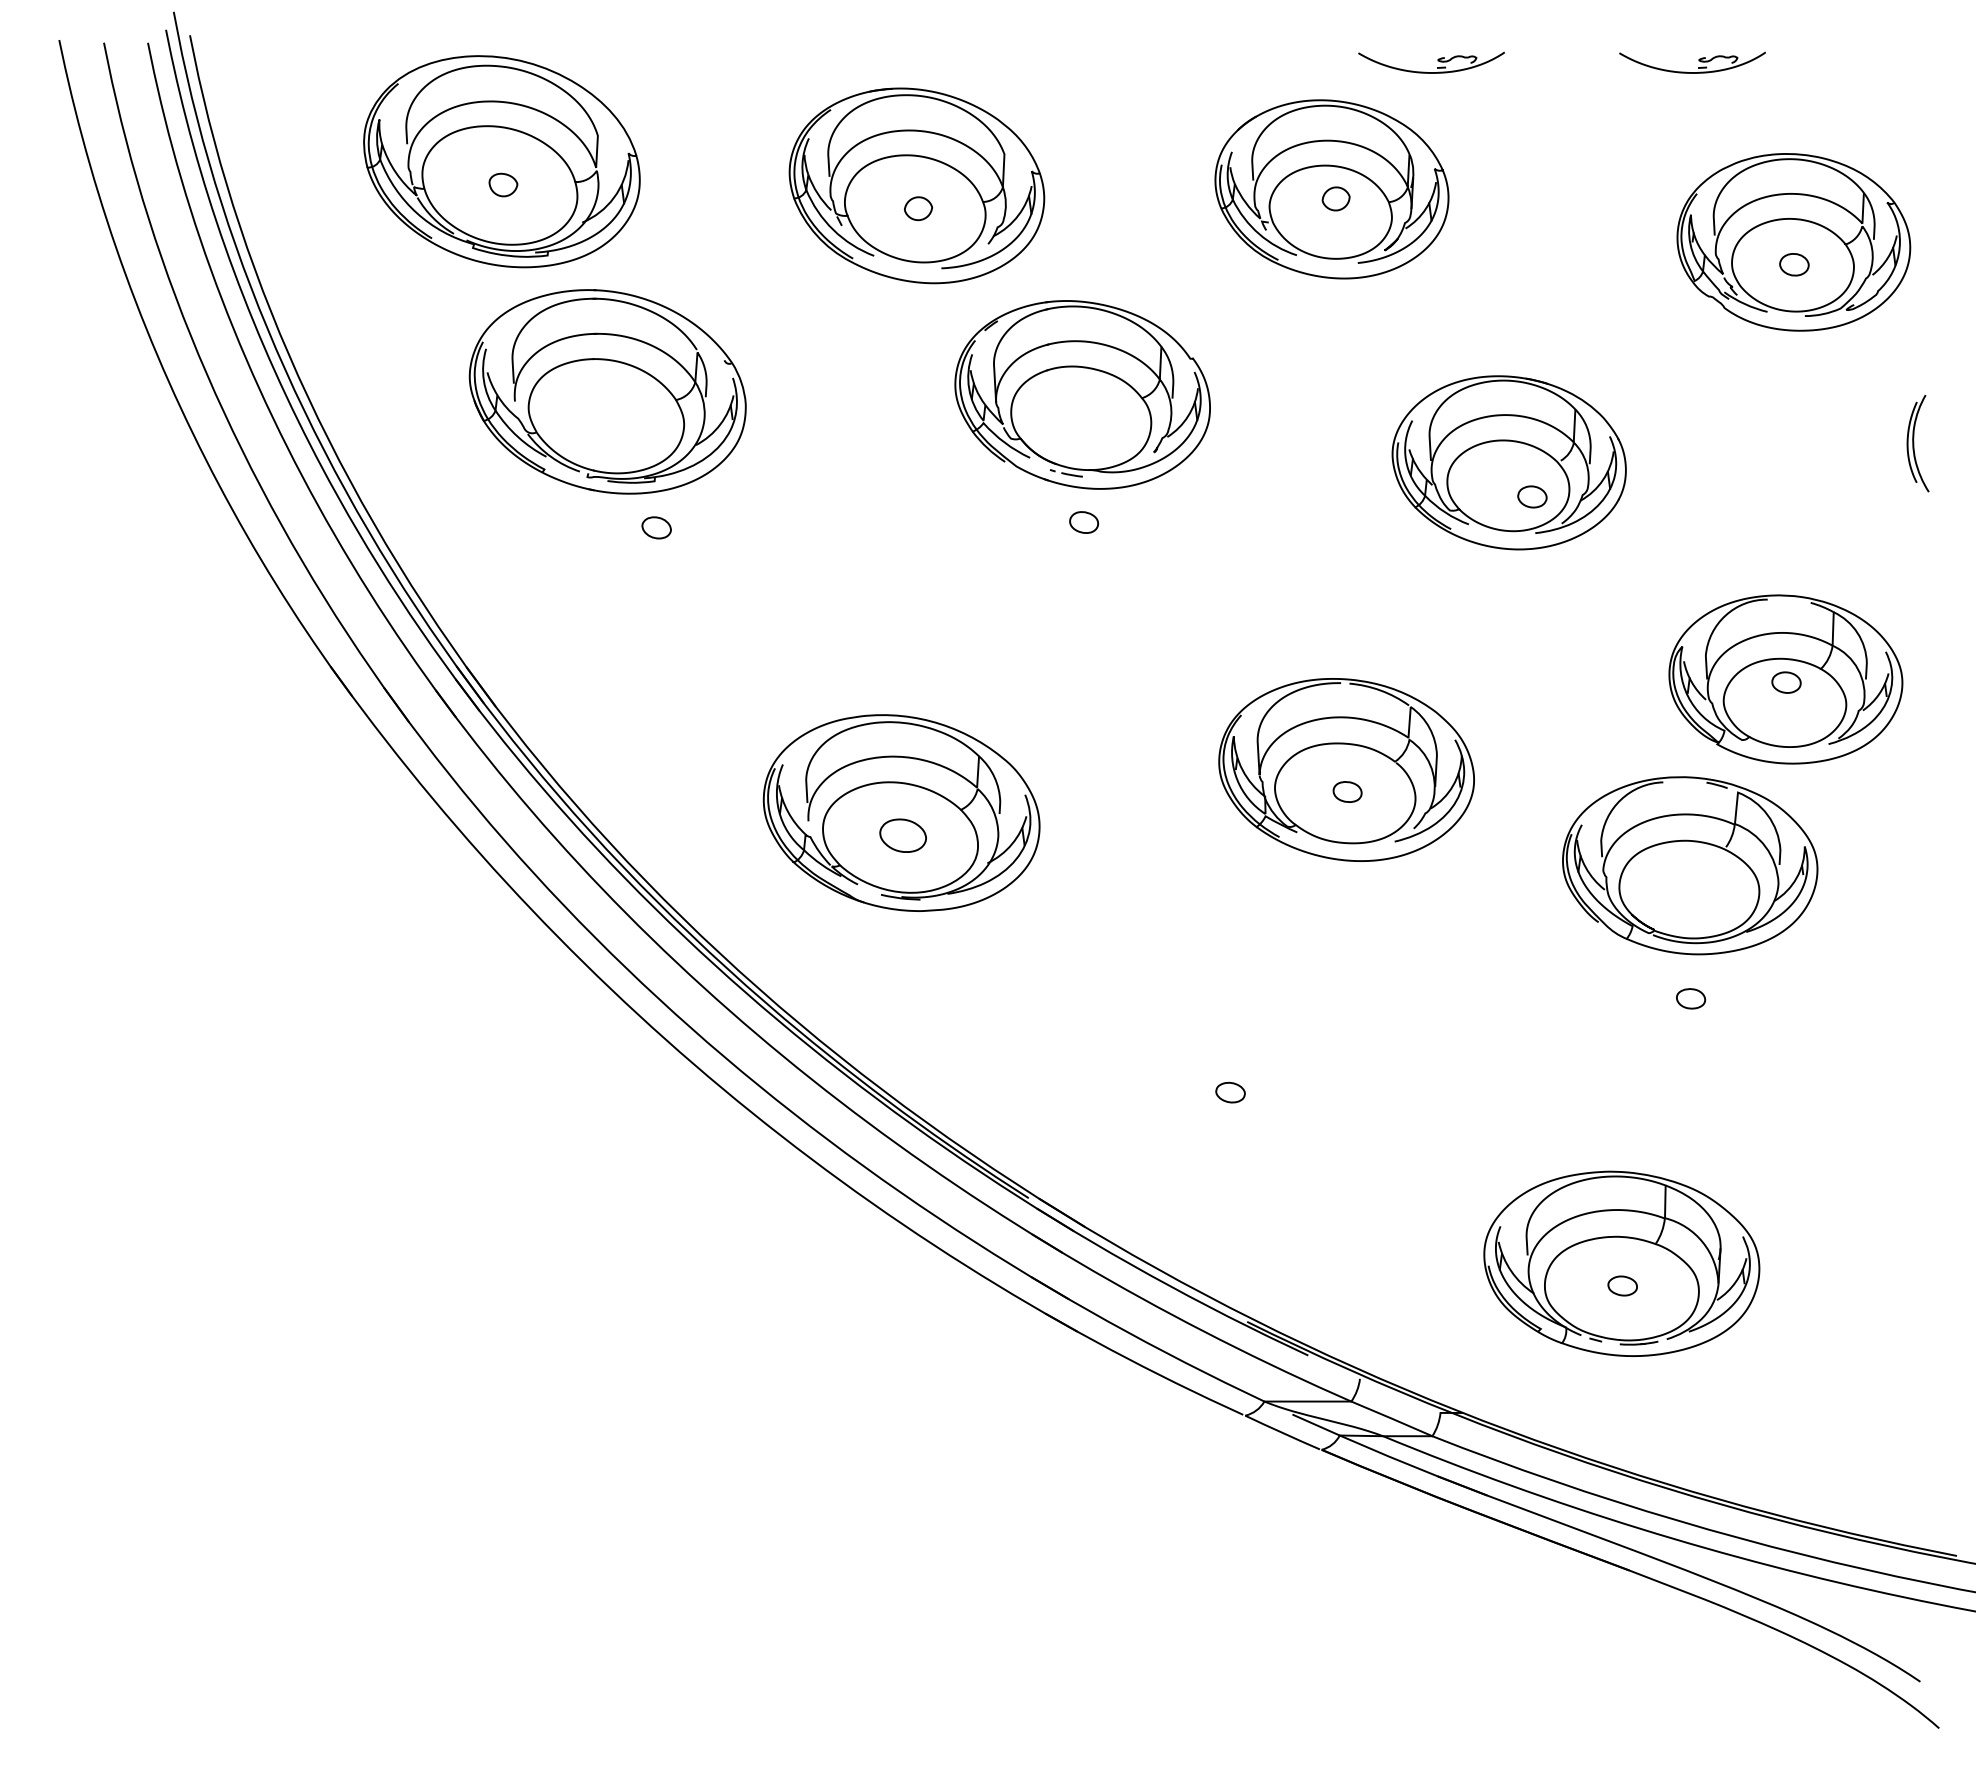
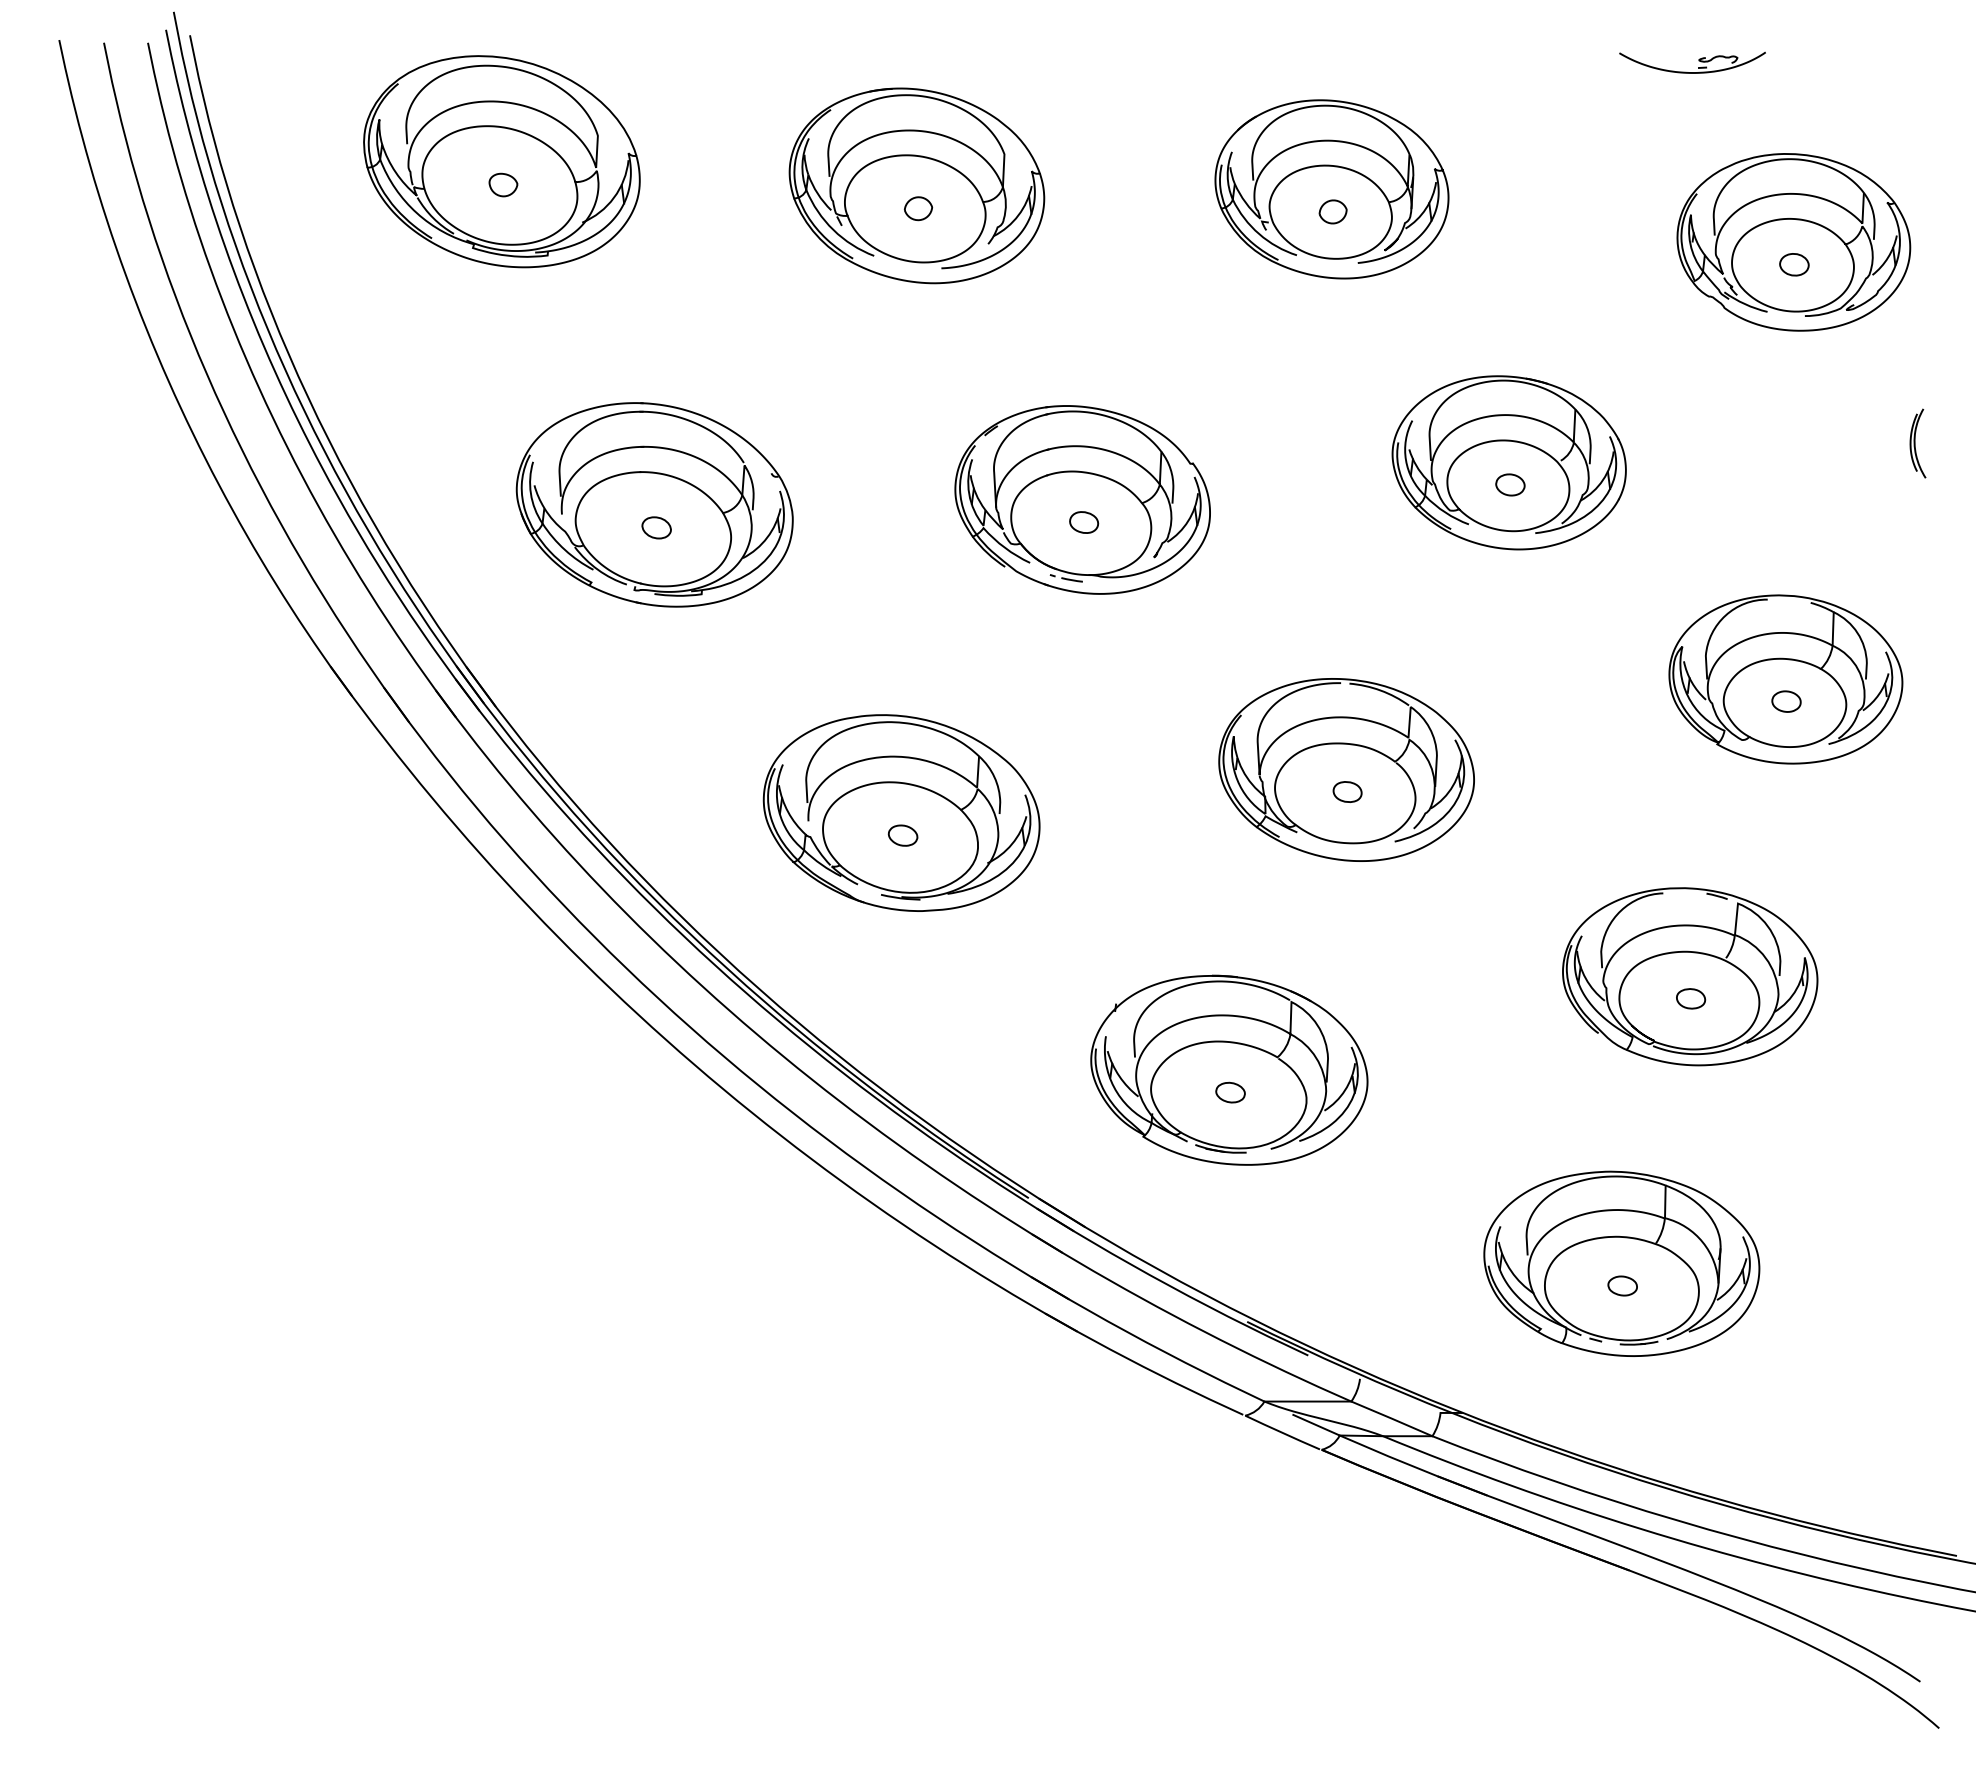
part at (1437, 60): present -> none
part at (1335, 198) position: (1335, 198) -> (1332, 211)
part at (607, 391) position: (607, 391) -> (654, 504)
part at (1082, 394) position: (1082, 394) -> (1082, 499)
part at (1917, 443) size: 24x98 px -> 18x71 px
part at (1532, 496) position: (1532, 496) -> (1510, 484)
part at (1786, 682) position: (1786, 682) -> (1786, 701)
part at (902, 835) size: 48x35 px -> 32x23 px
part at (1690, 865) position: (1690, 865) -> (1690, 976)
part at (1229, 1069): none -> present
